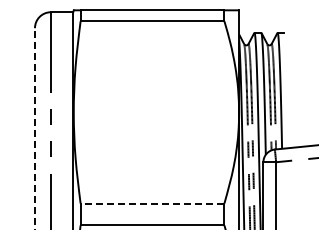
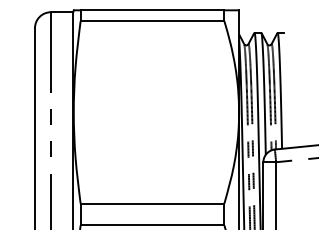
line at (34, 129): dashed -> solid
line at (152, 203): dashed -> solid
